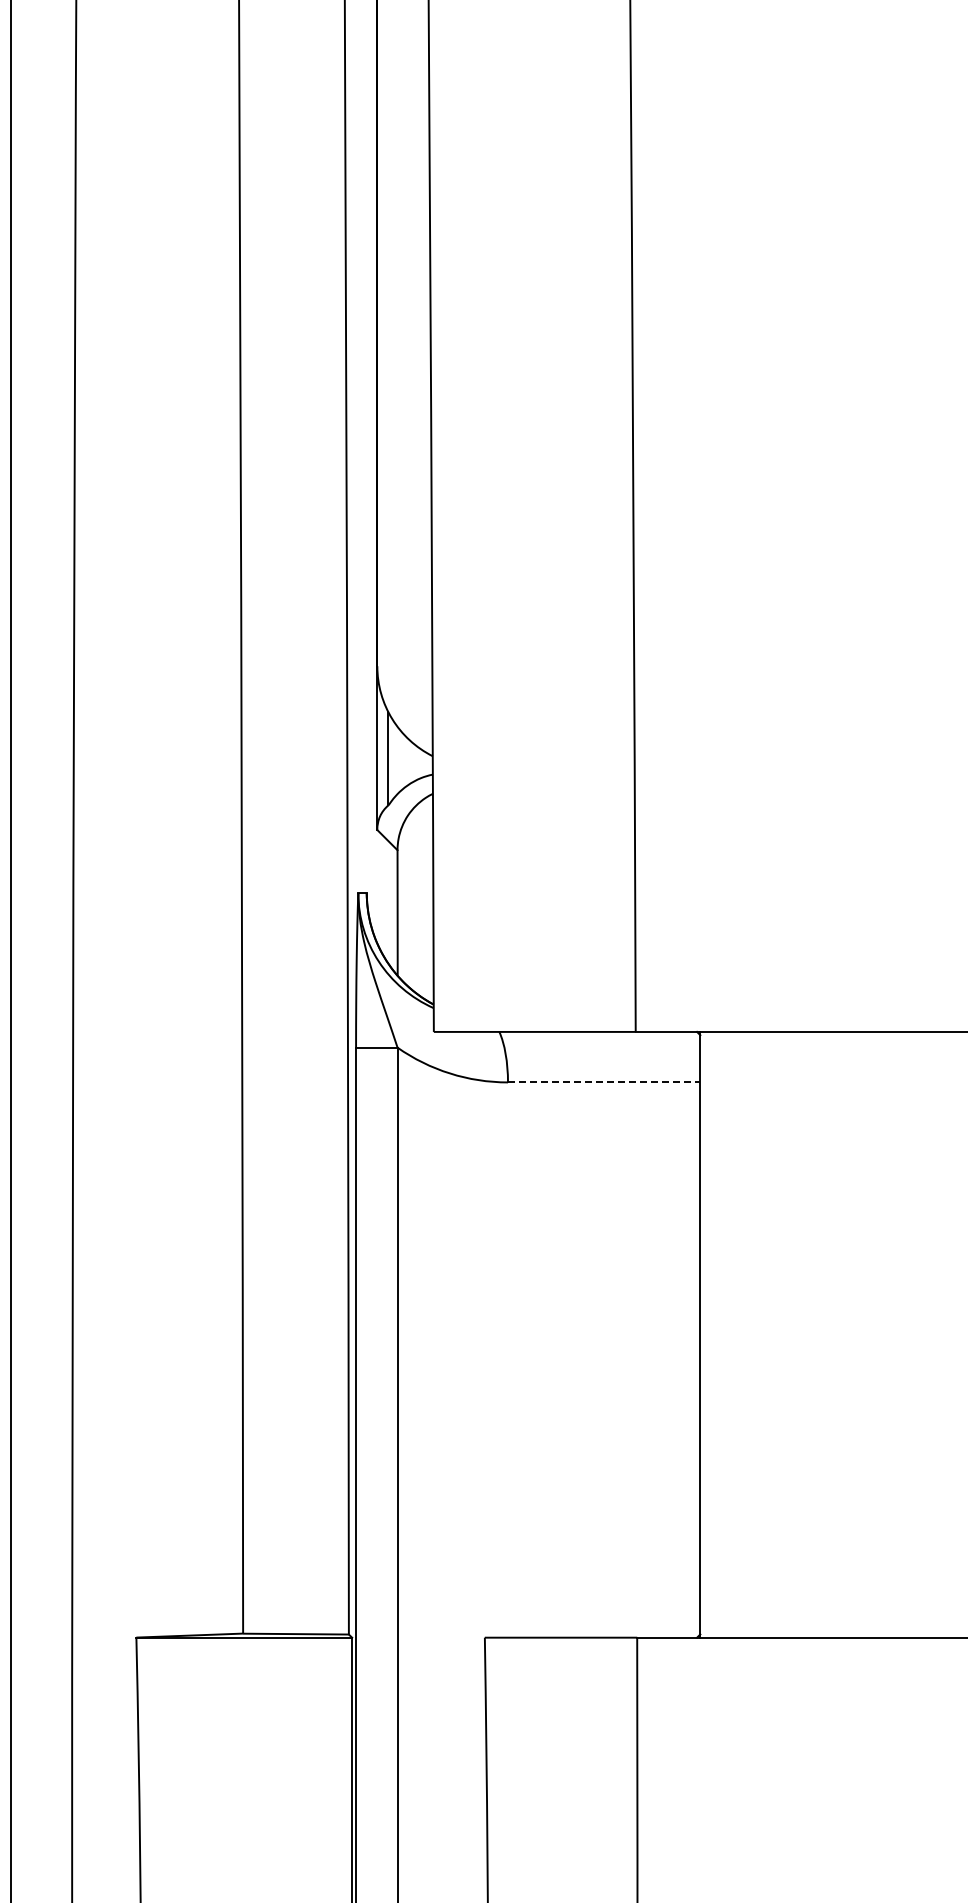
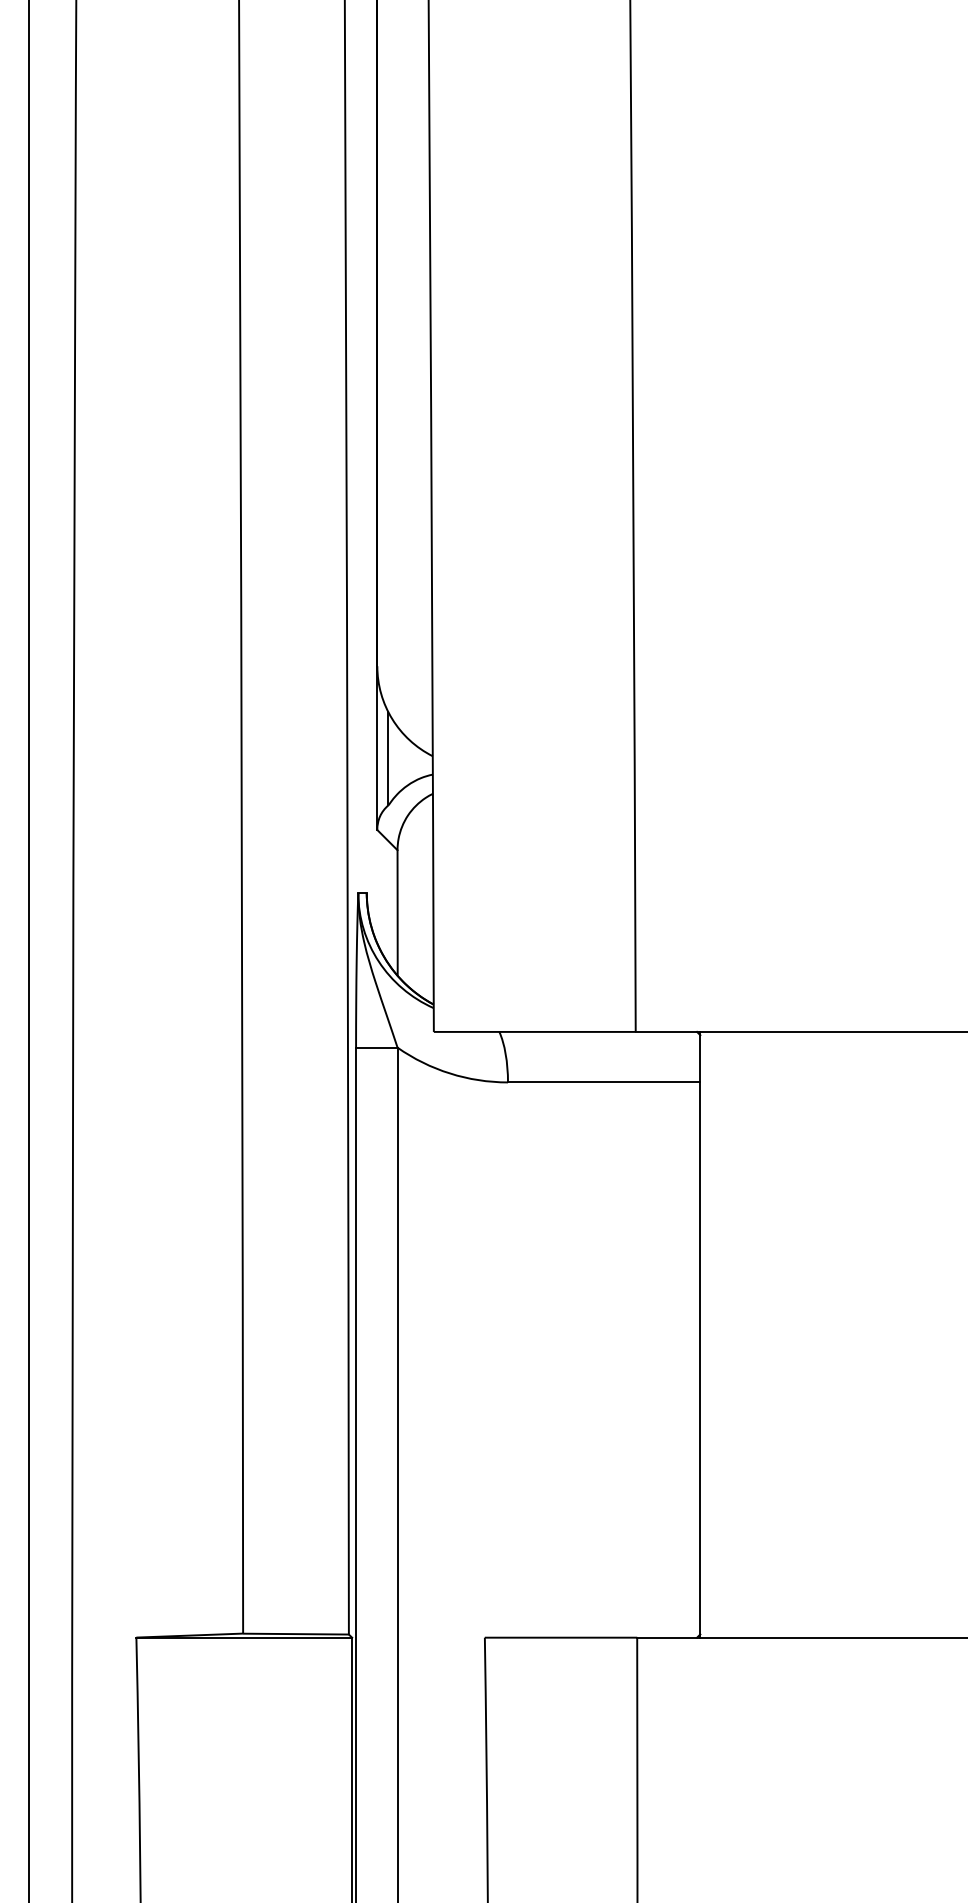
line at (11, 950) position: (11, 950) -> (29, 950)
line at (604, 1082): dashed -> solid
